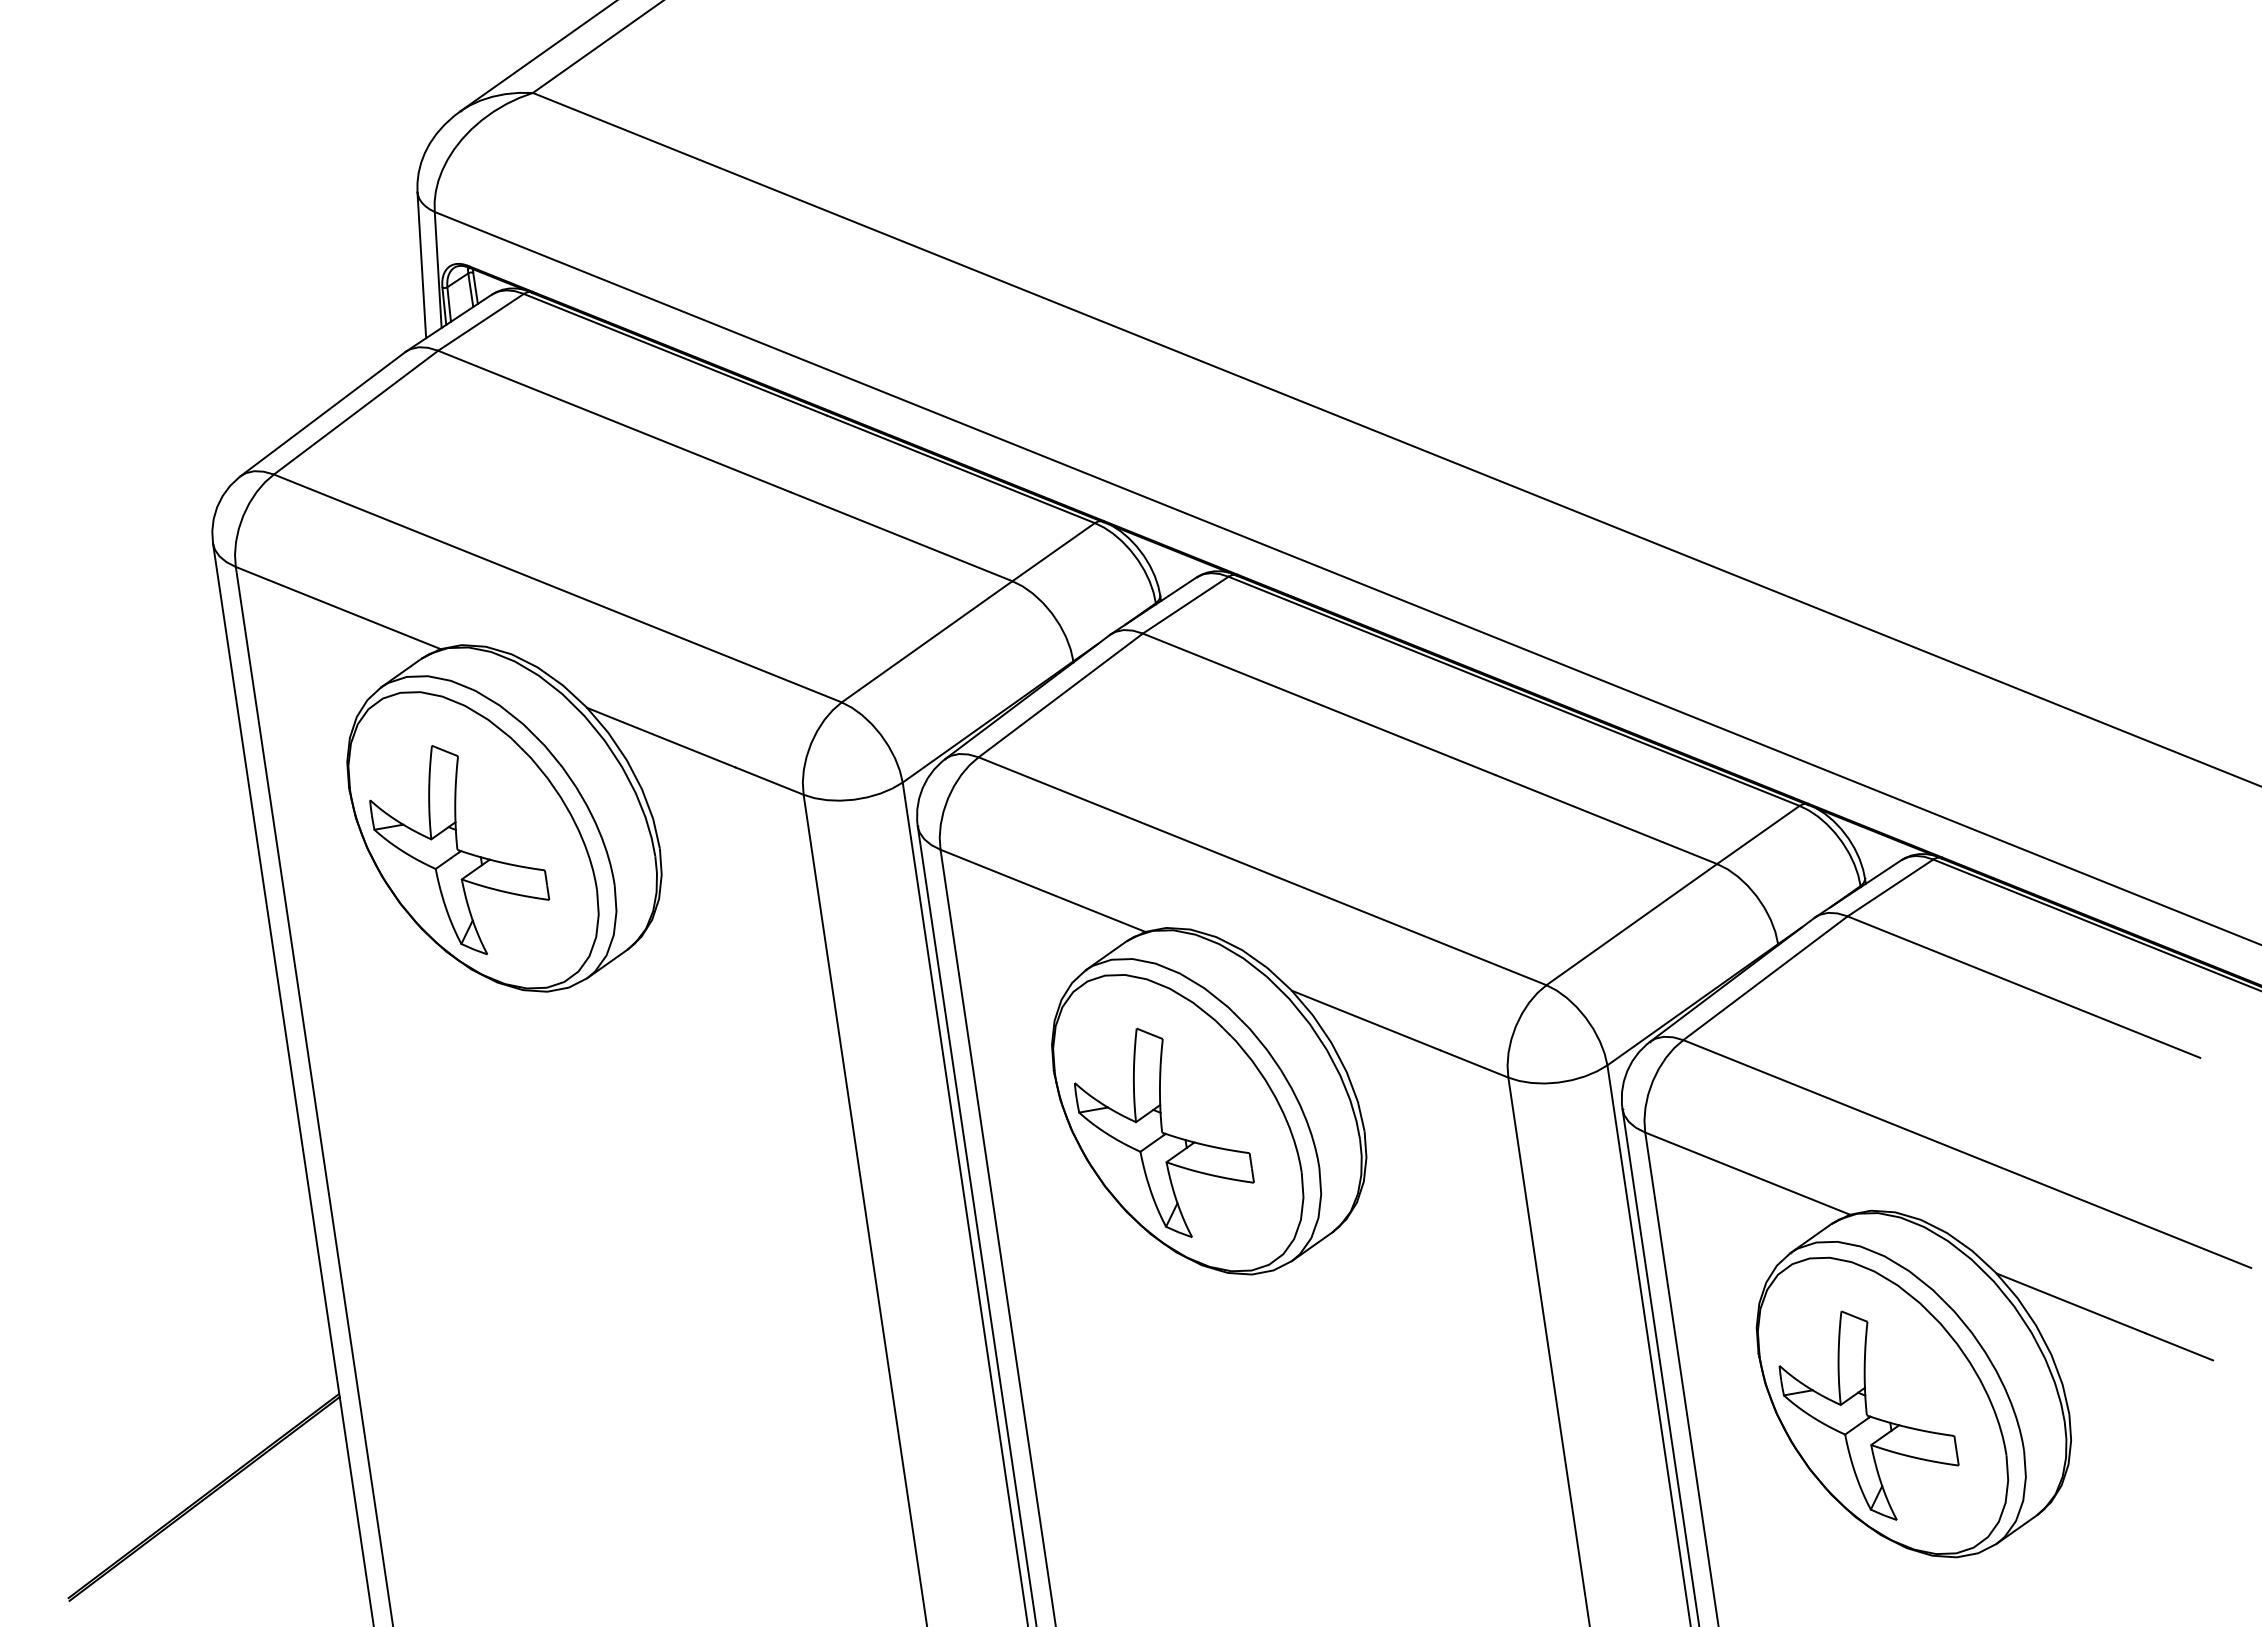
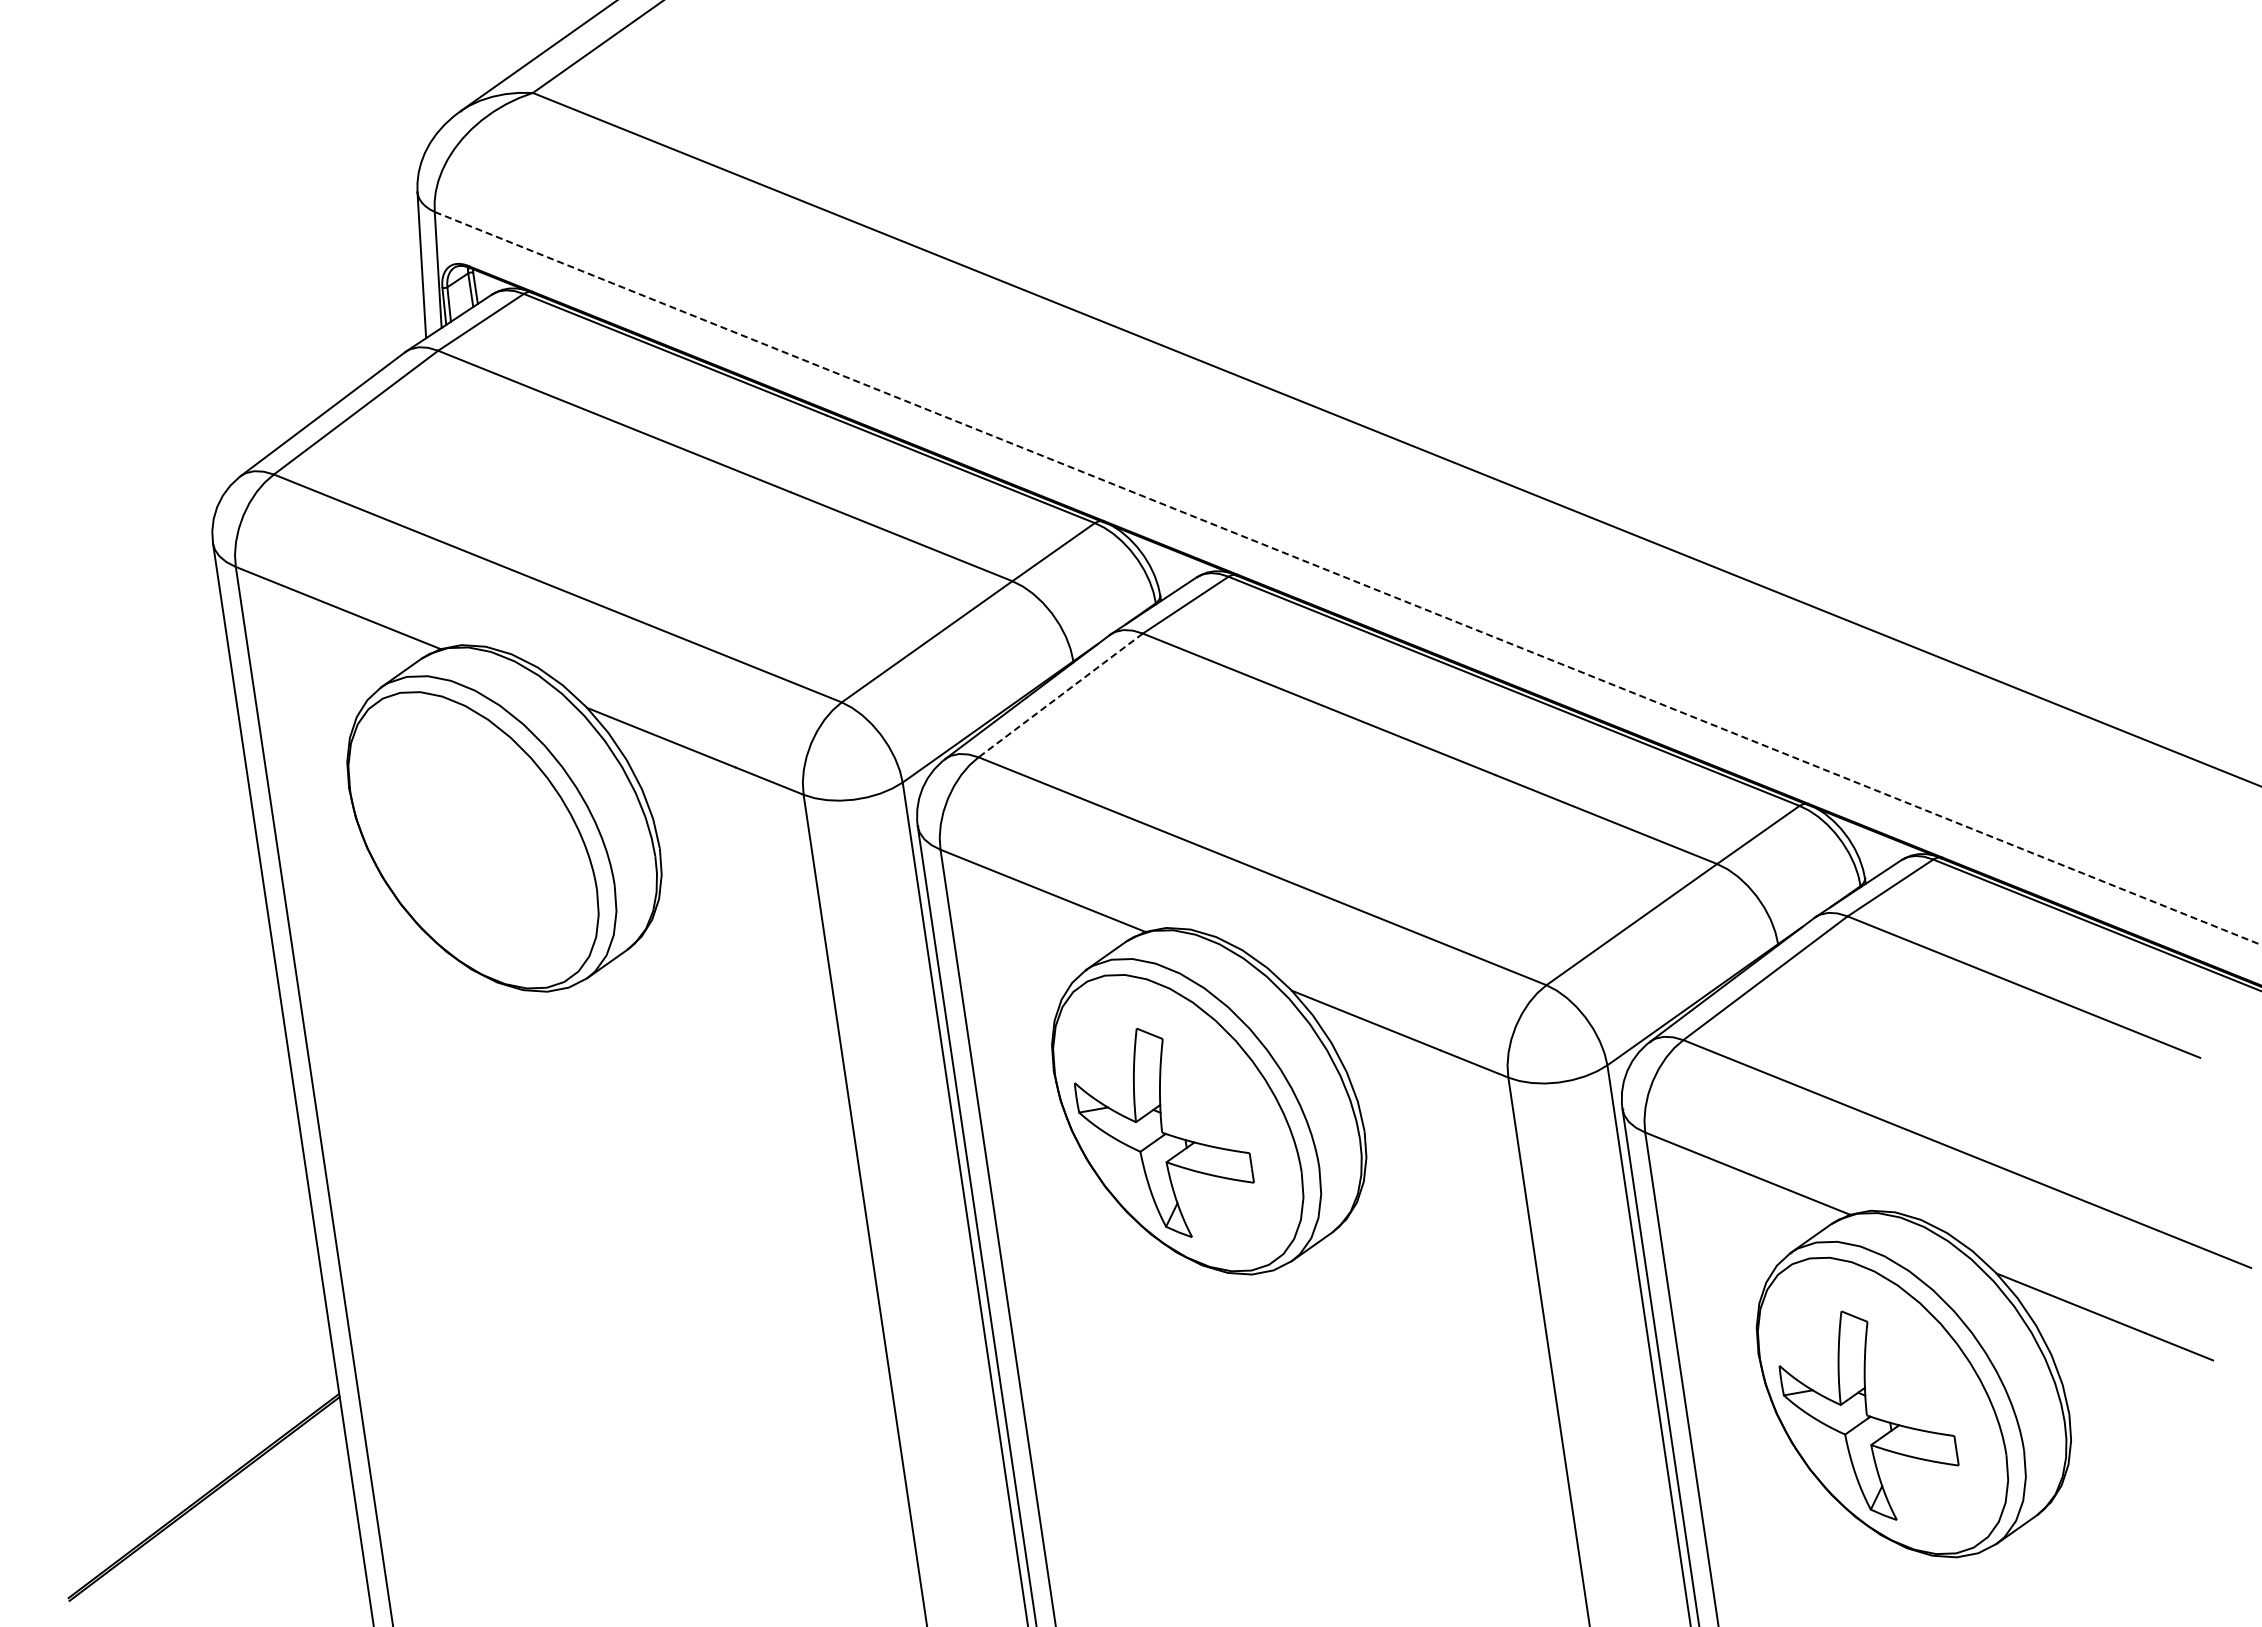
line at (1348, 578): solid -> dashed
line at (1060, 695): solid -> dashed
part at (459, 850): present -> none
